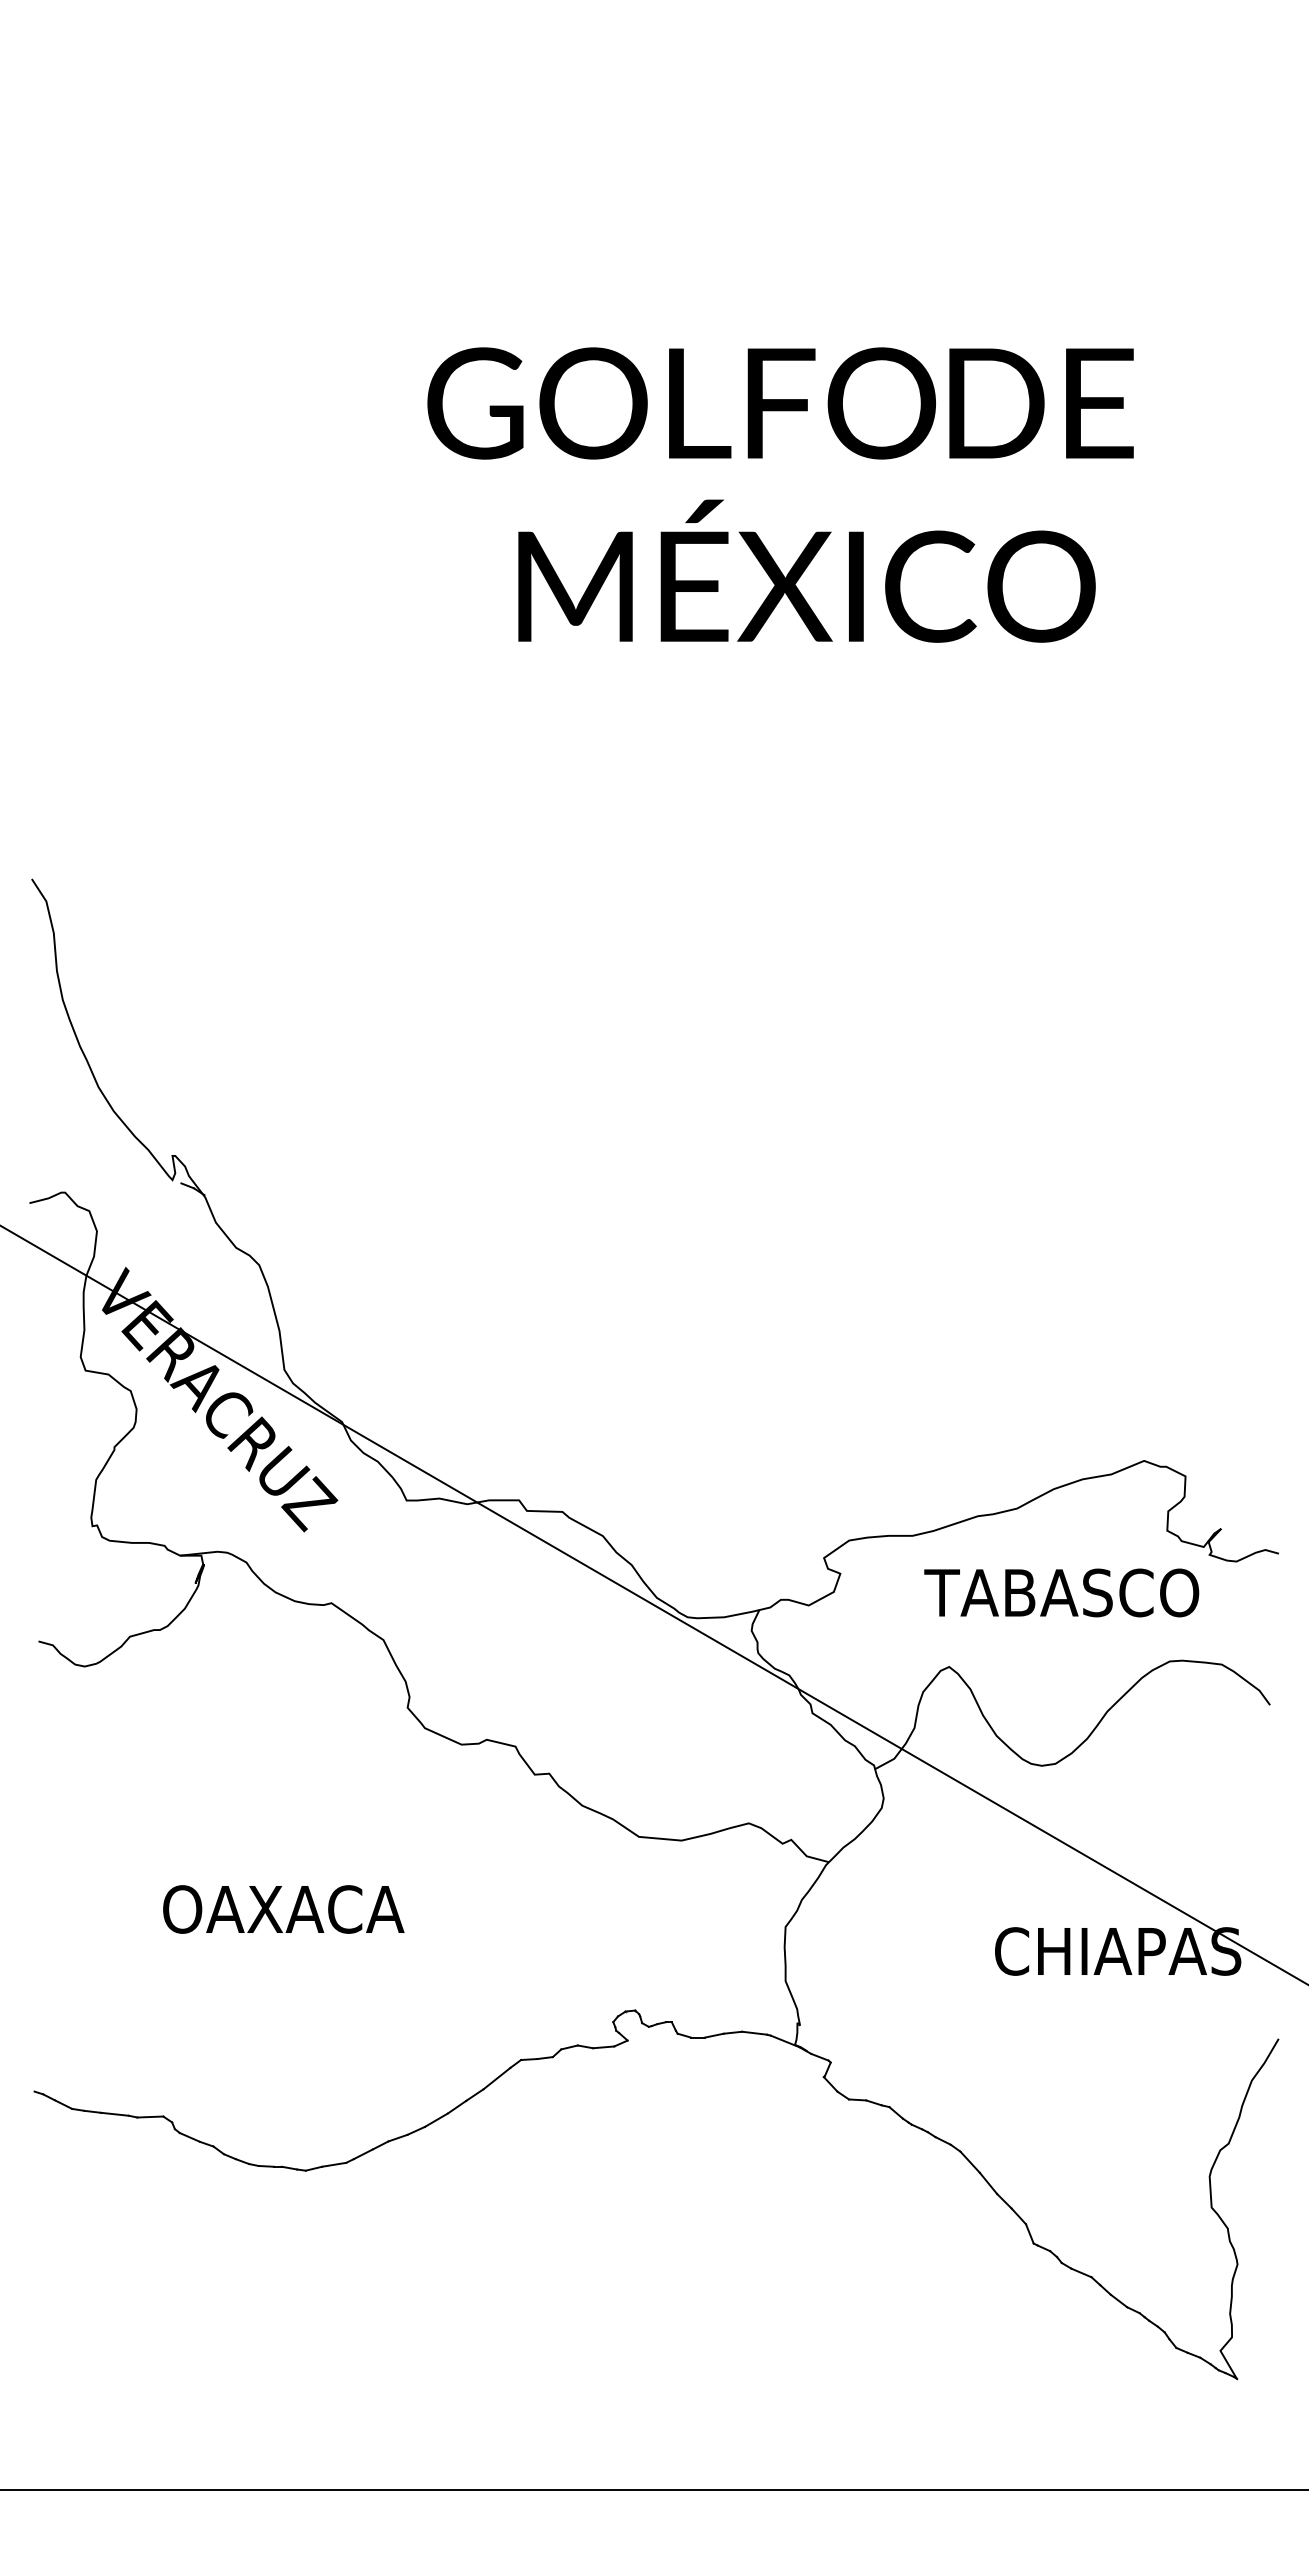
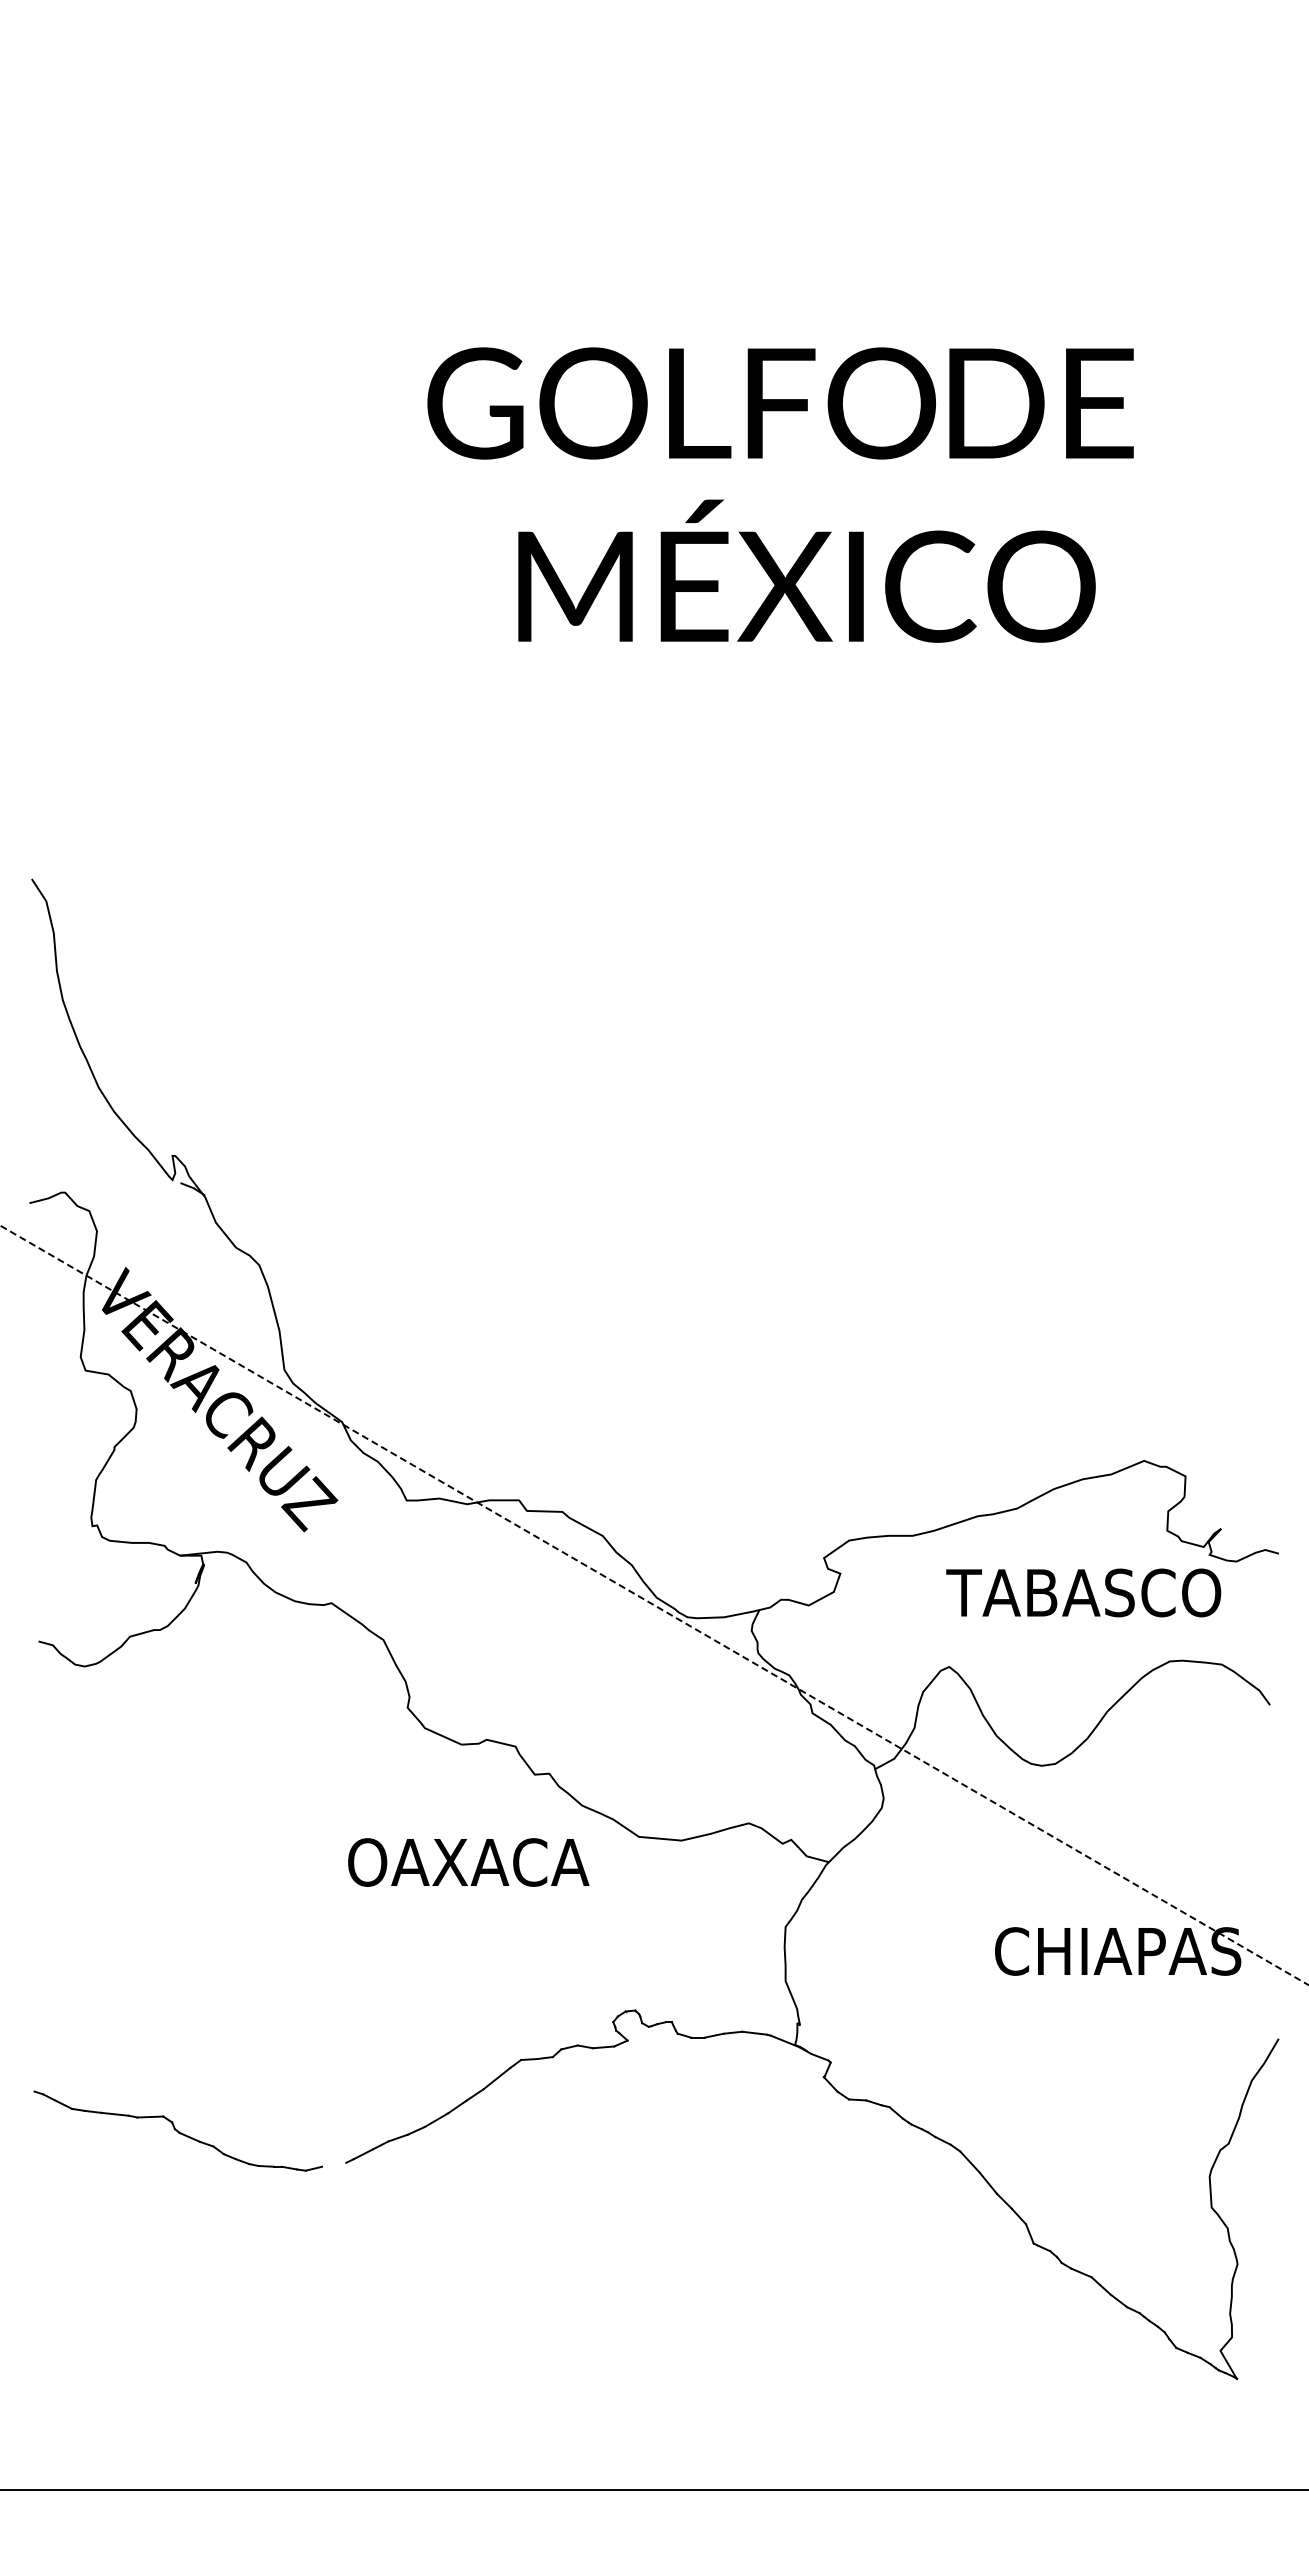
text at (1061, 1592) position: (1061, 1592) -> (1083, 1592)
line at (655, 1605): solid -> dashed
text at (283, 1909) position: (283, 1909) -> (468, 1862)
line at (334, 2164): present -> none
